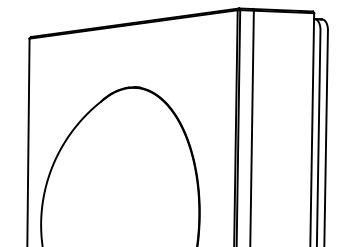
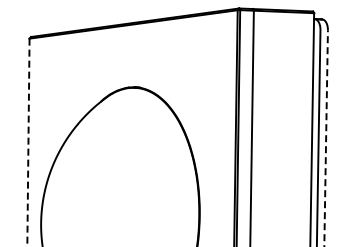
line at (326, 138): solid -> dashed
line at (28, 142): solid -> dashed
